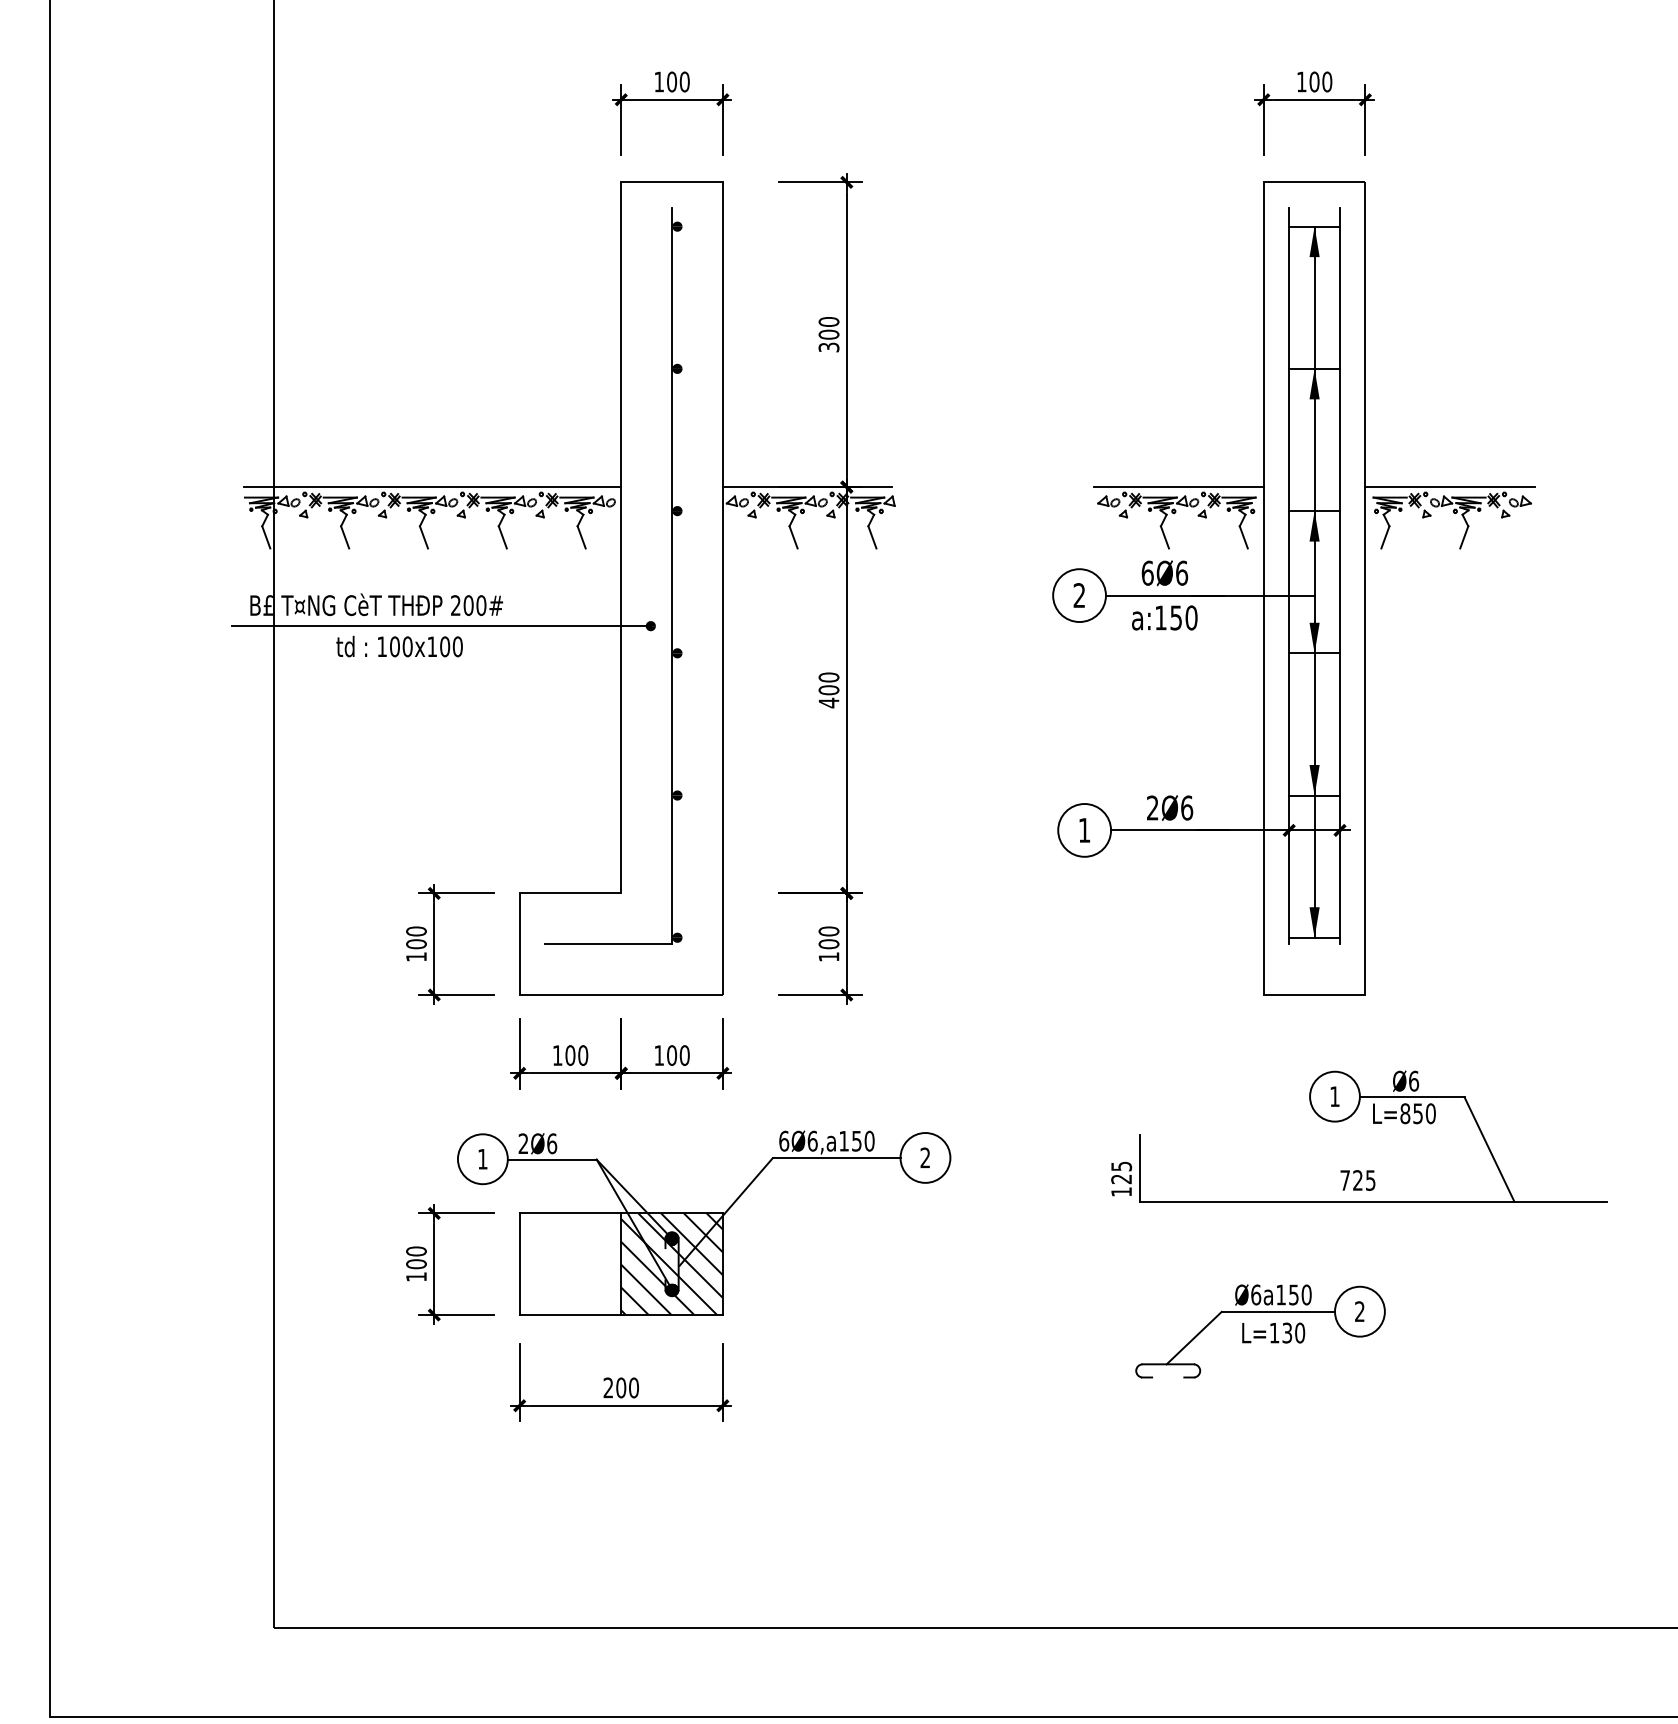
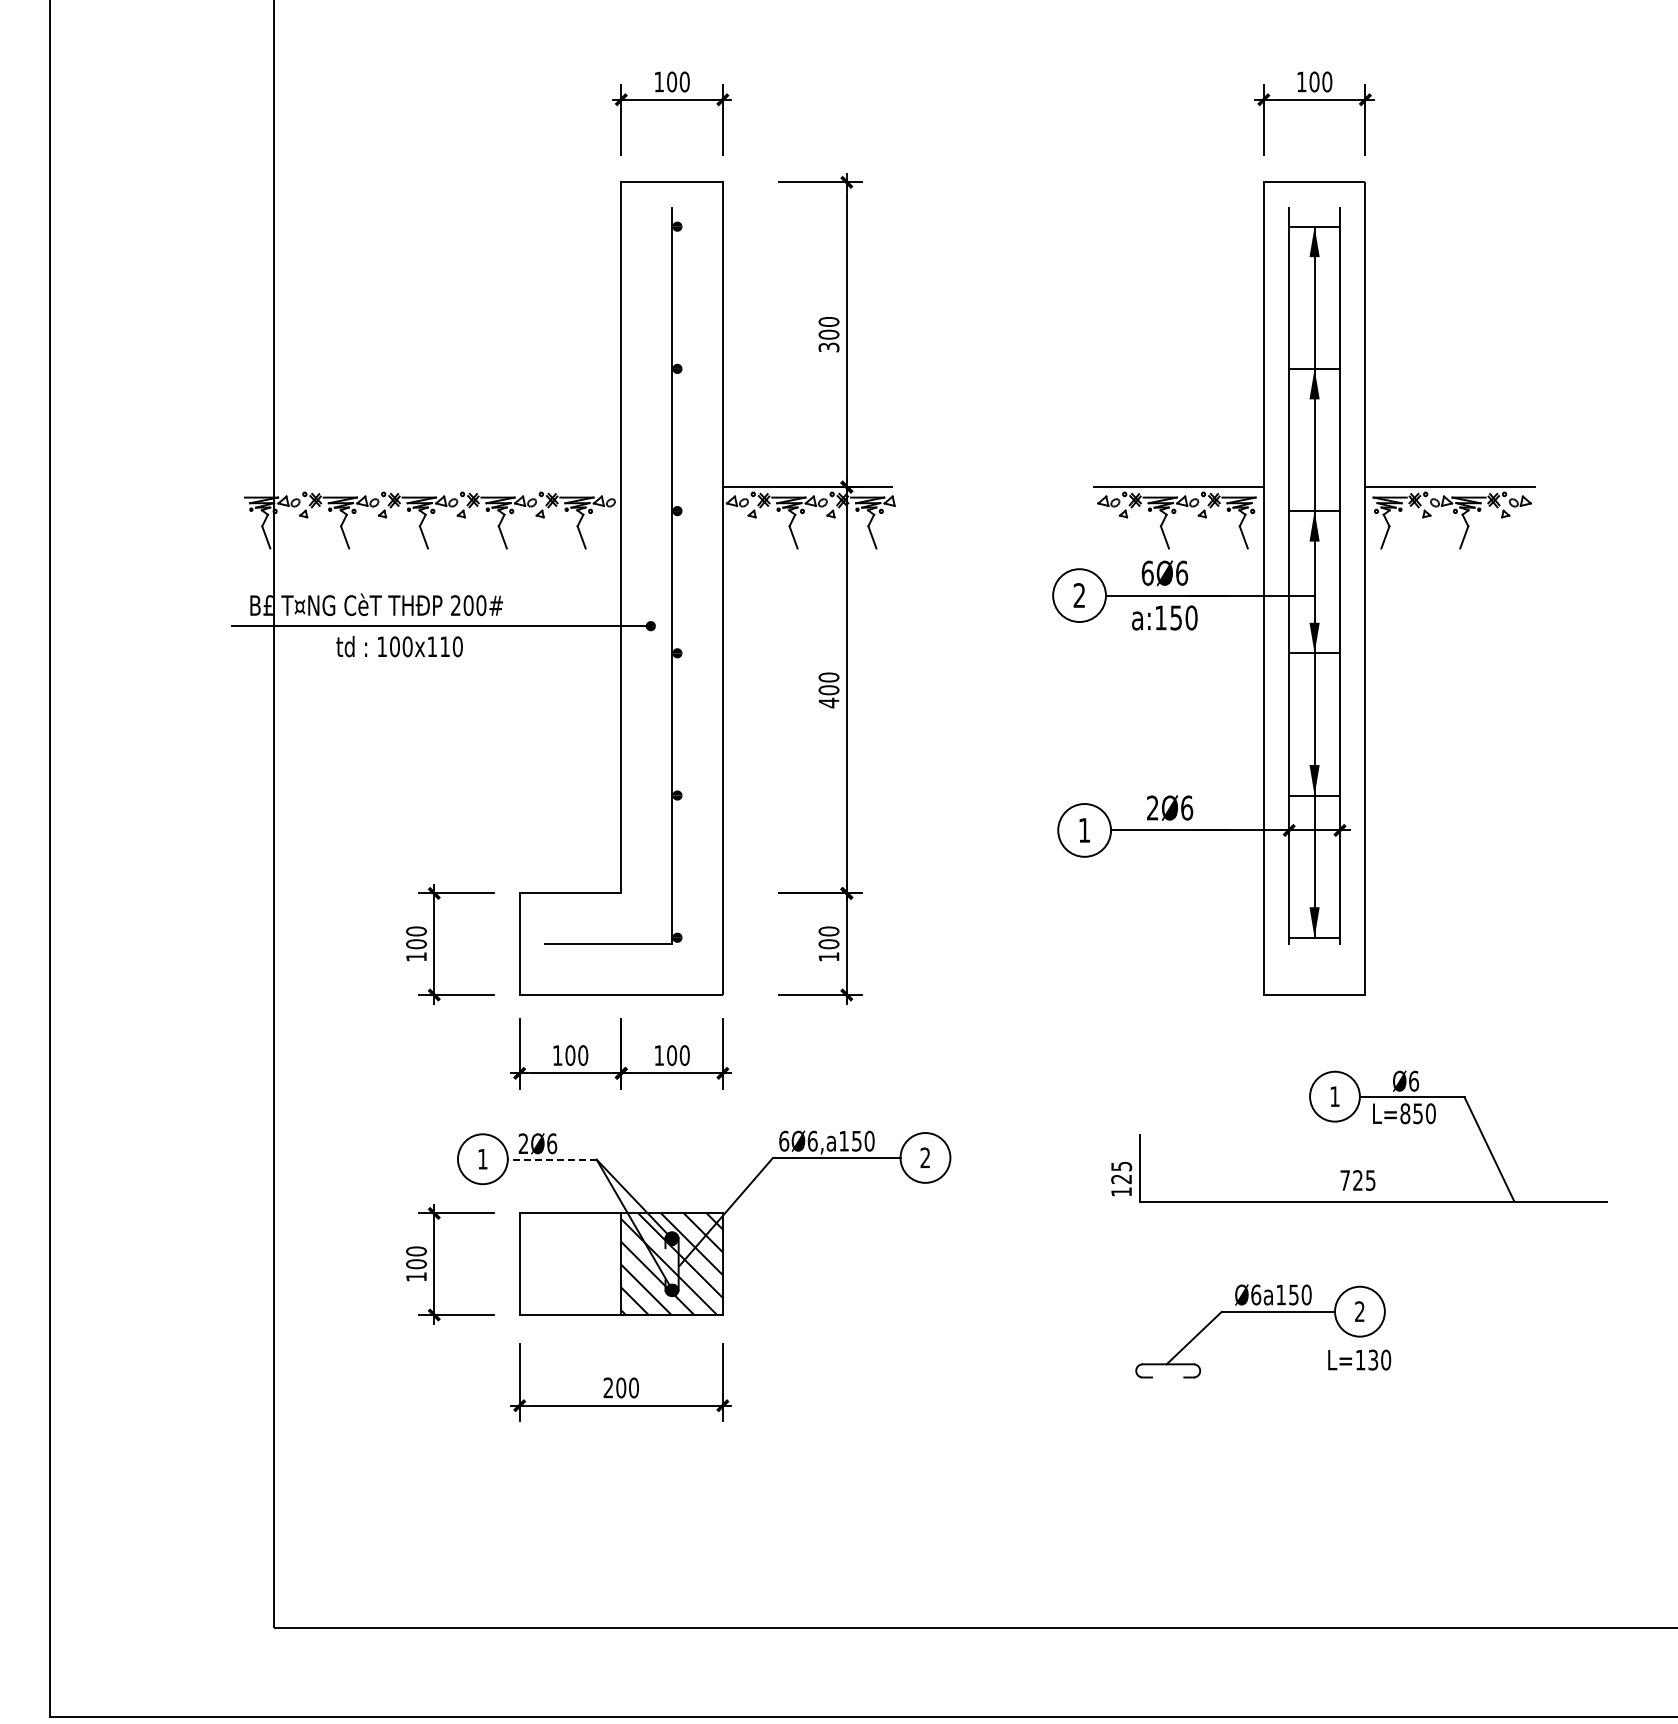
line at (432, 487): present -> none
text at (445, 646): 100x100 -> 100x110
line at (551, 1159): solid -> dashed
text at (1273, 1332) position: (1273, 1332) -> (1359, 1359)
